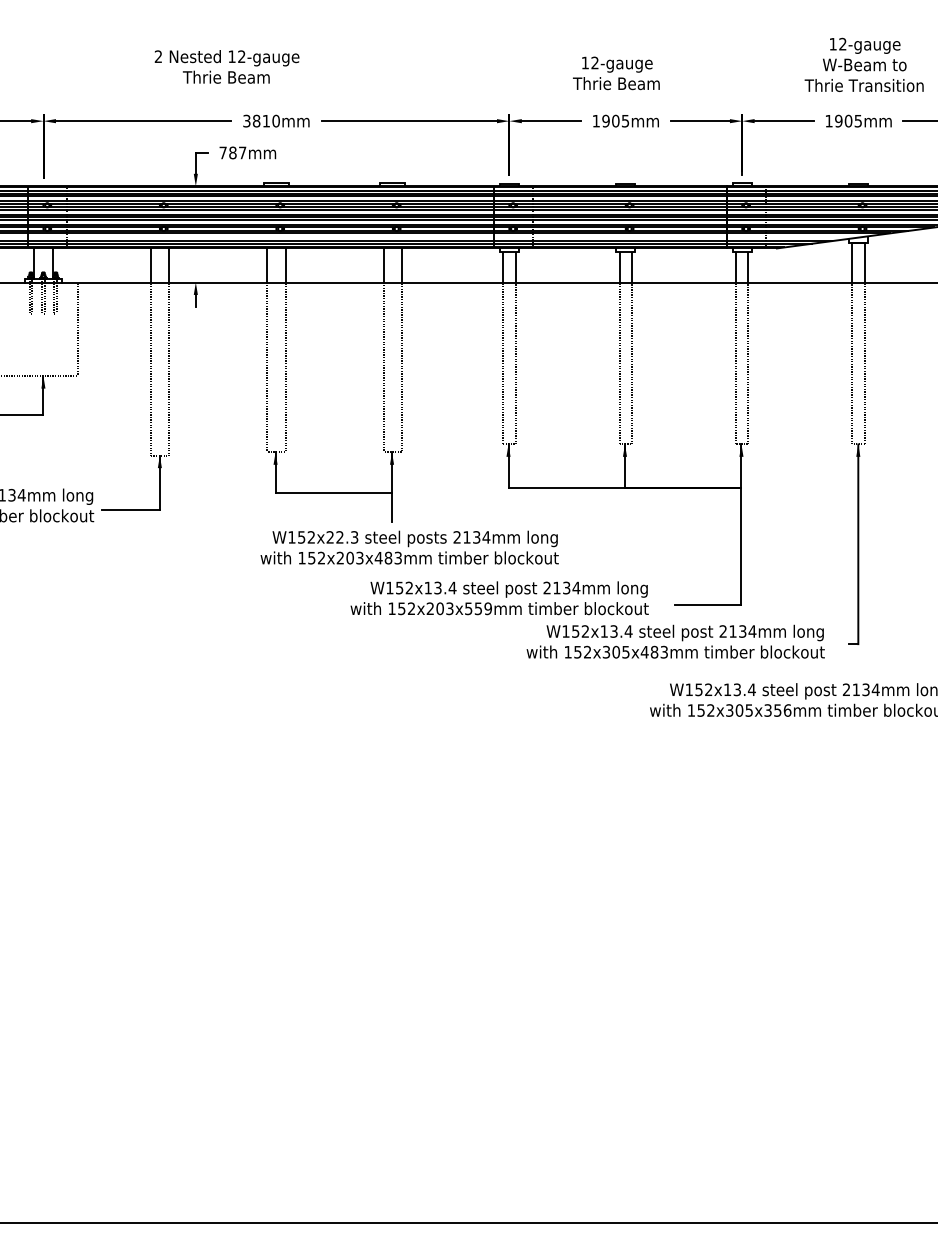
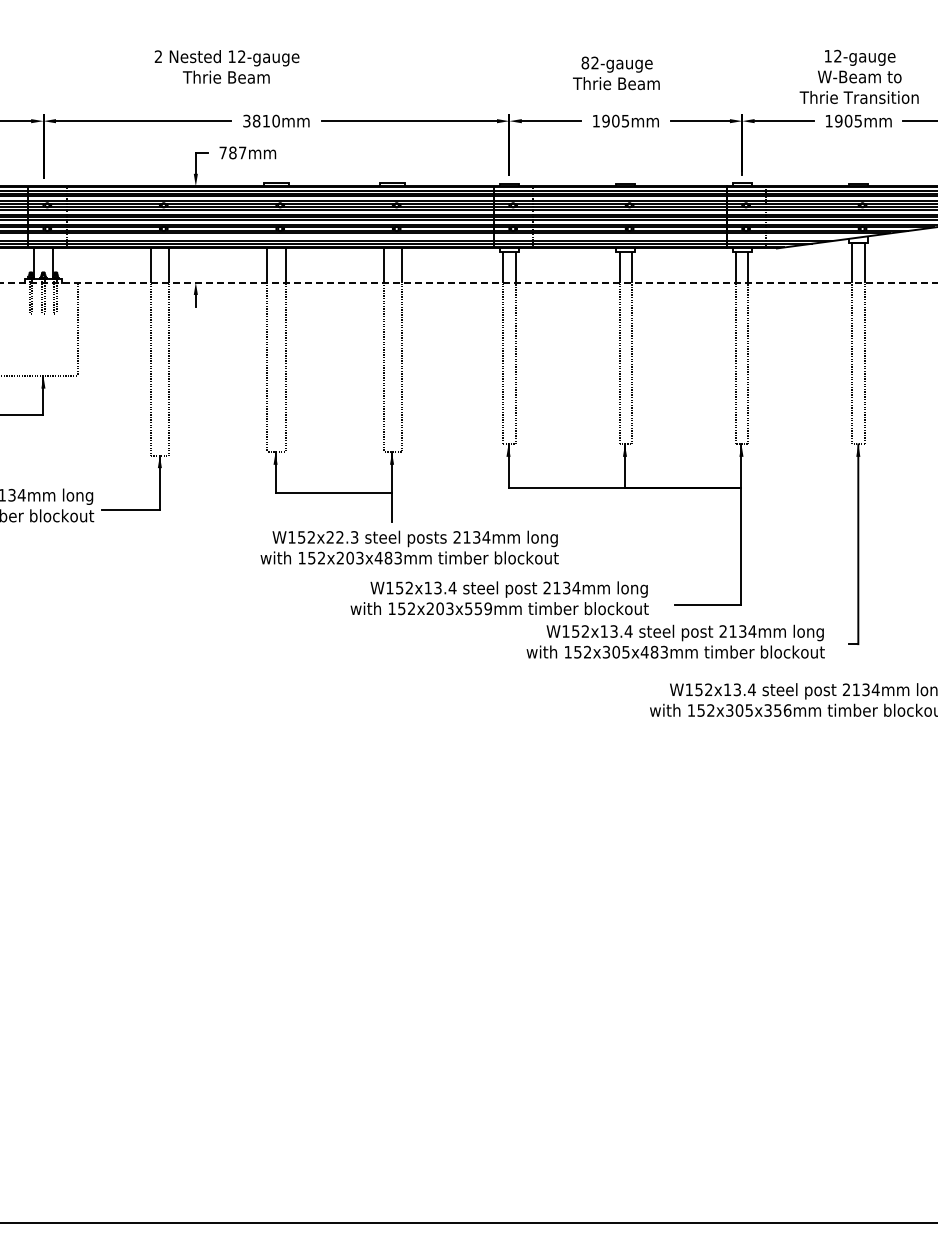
text at (585, 62): 12-gauge -> 82-gauge
text at (863, 64) position: (863, 64) -> (858, 76)
line at (468, 282): solid -> dashed
